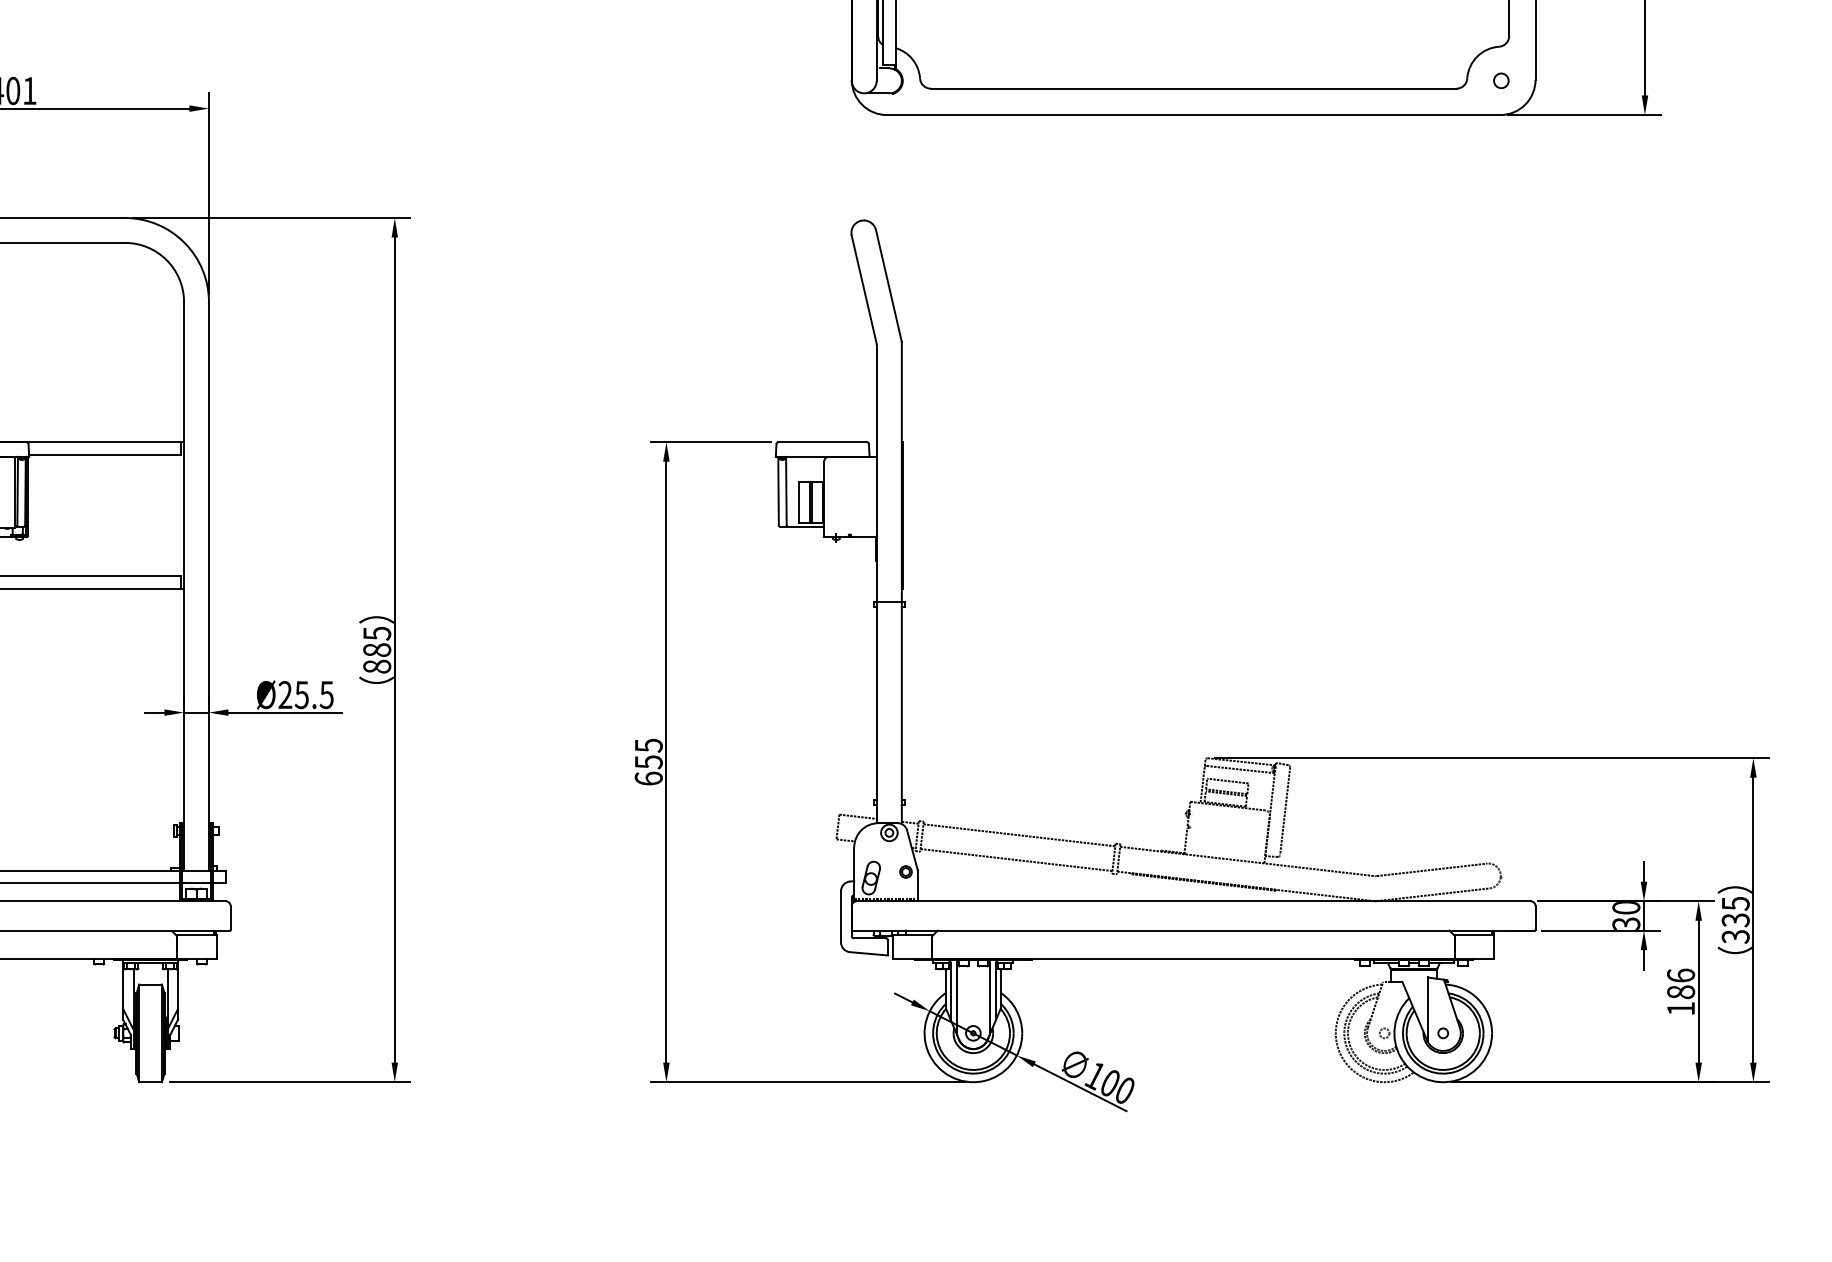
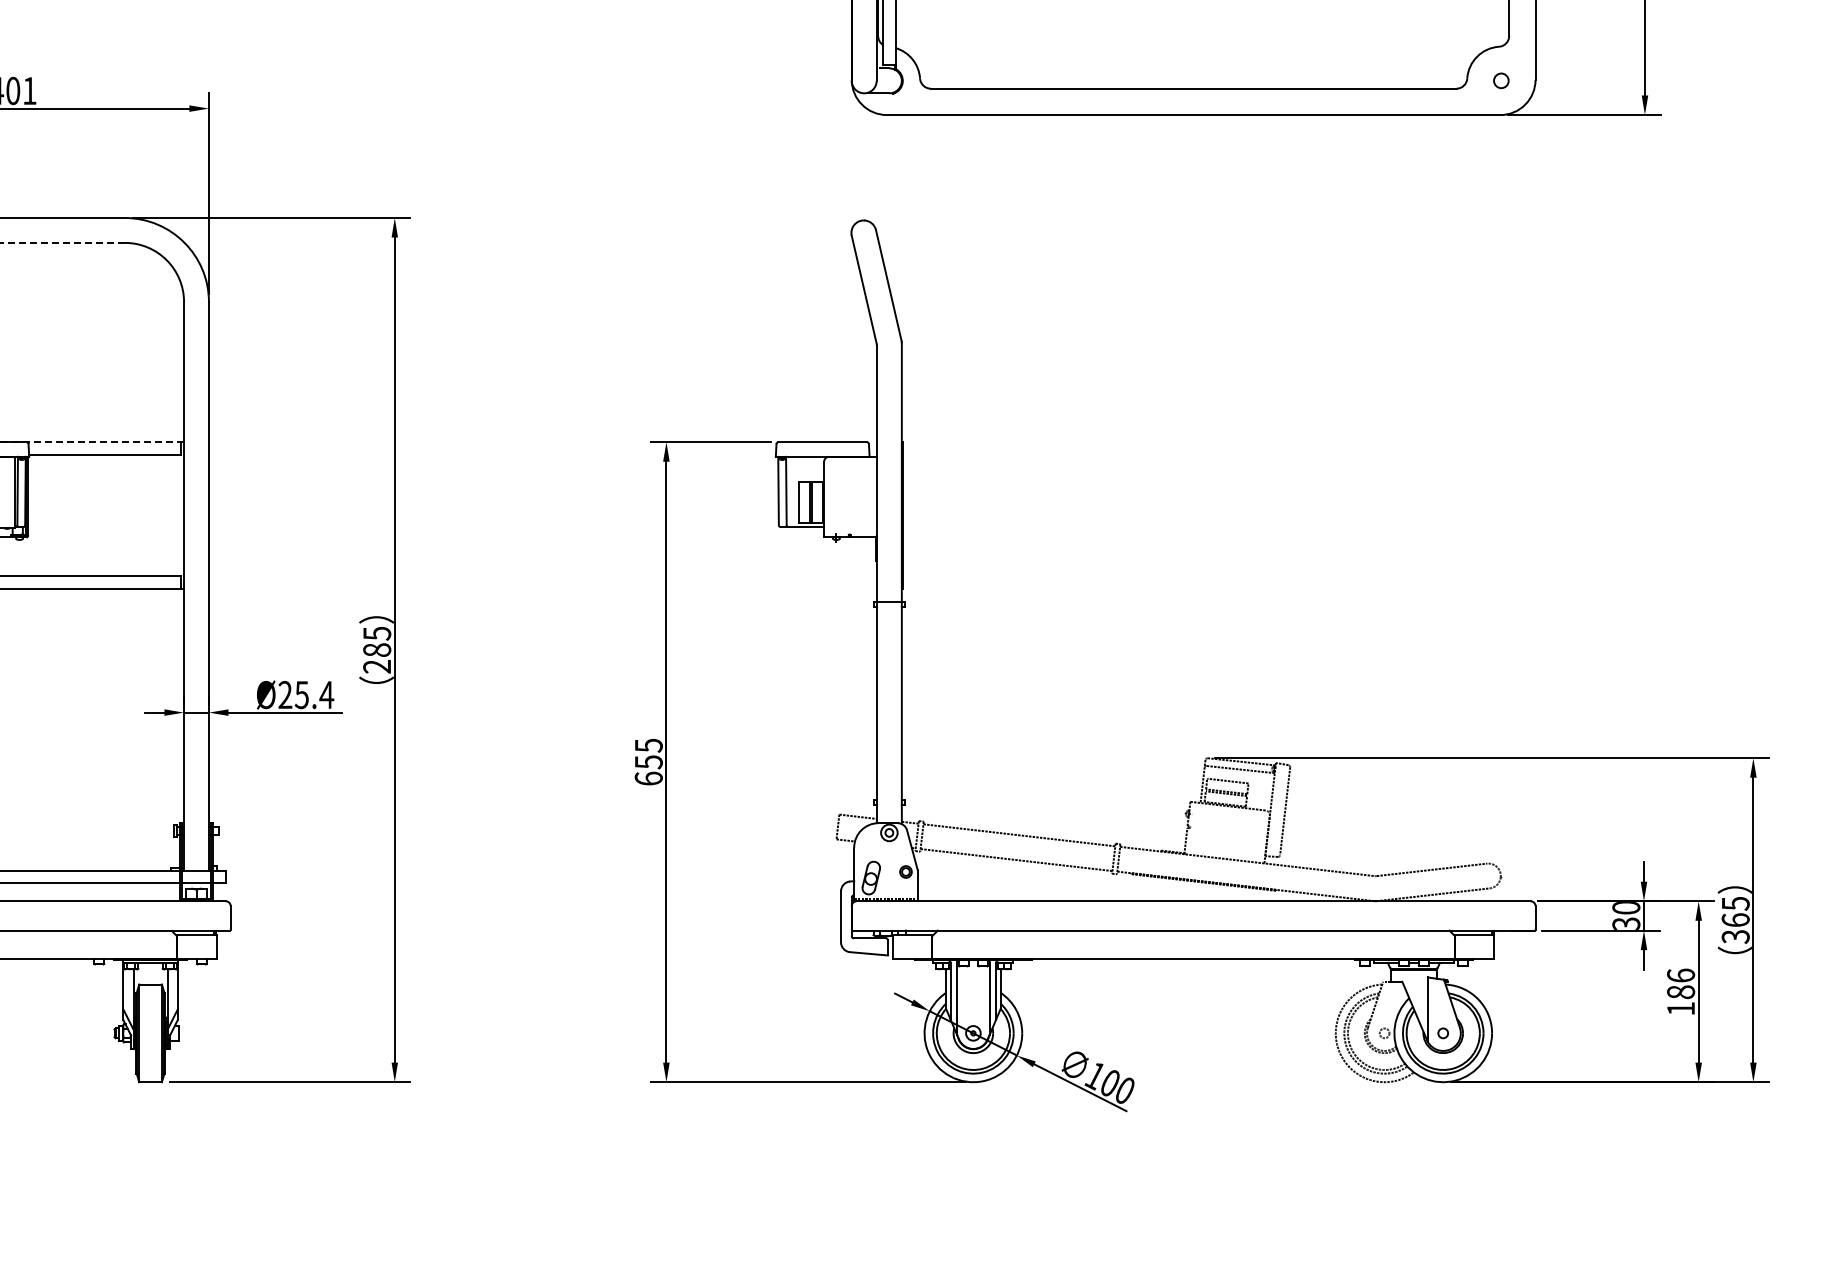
line at (62, 242): solid -> dashed
line at (92, 442): solid -> dashed
text at (377, 666): 885 -> 285
text at (326, 695): Ø25.5 -> Ø25.4
text at (1735, 920): 335 -> 365
